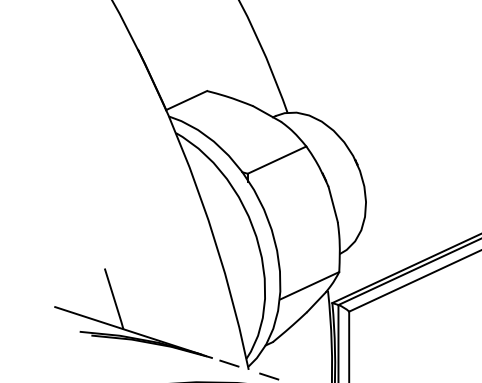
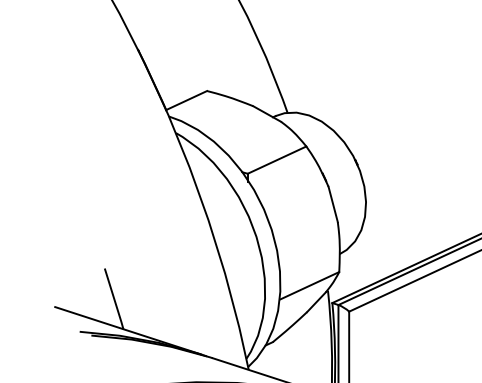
line at (250, 370): dashed -> solid
